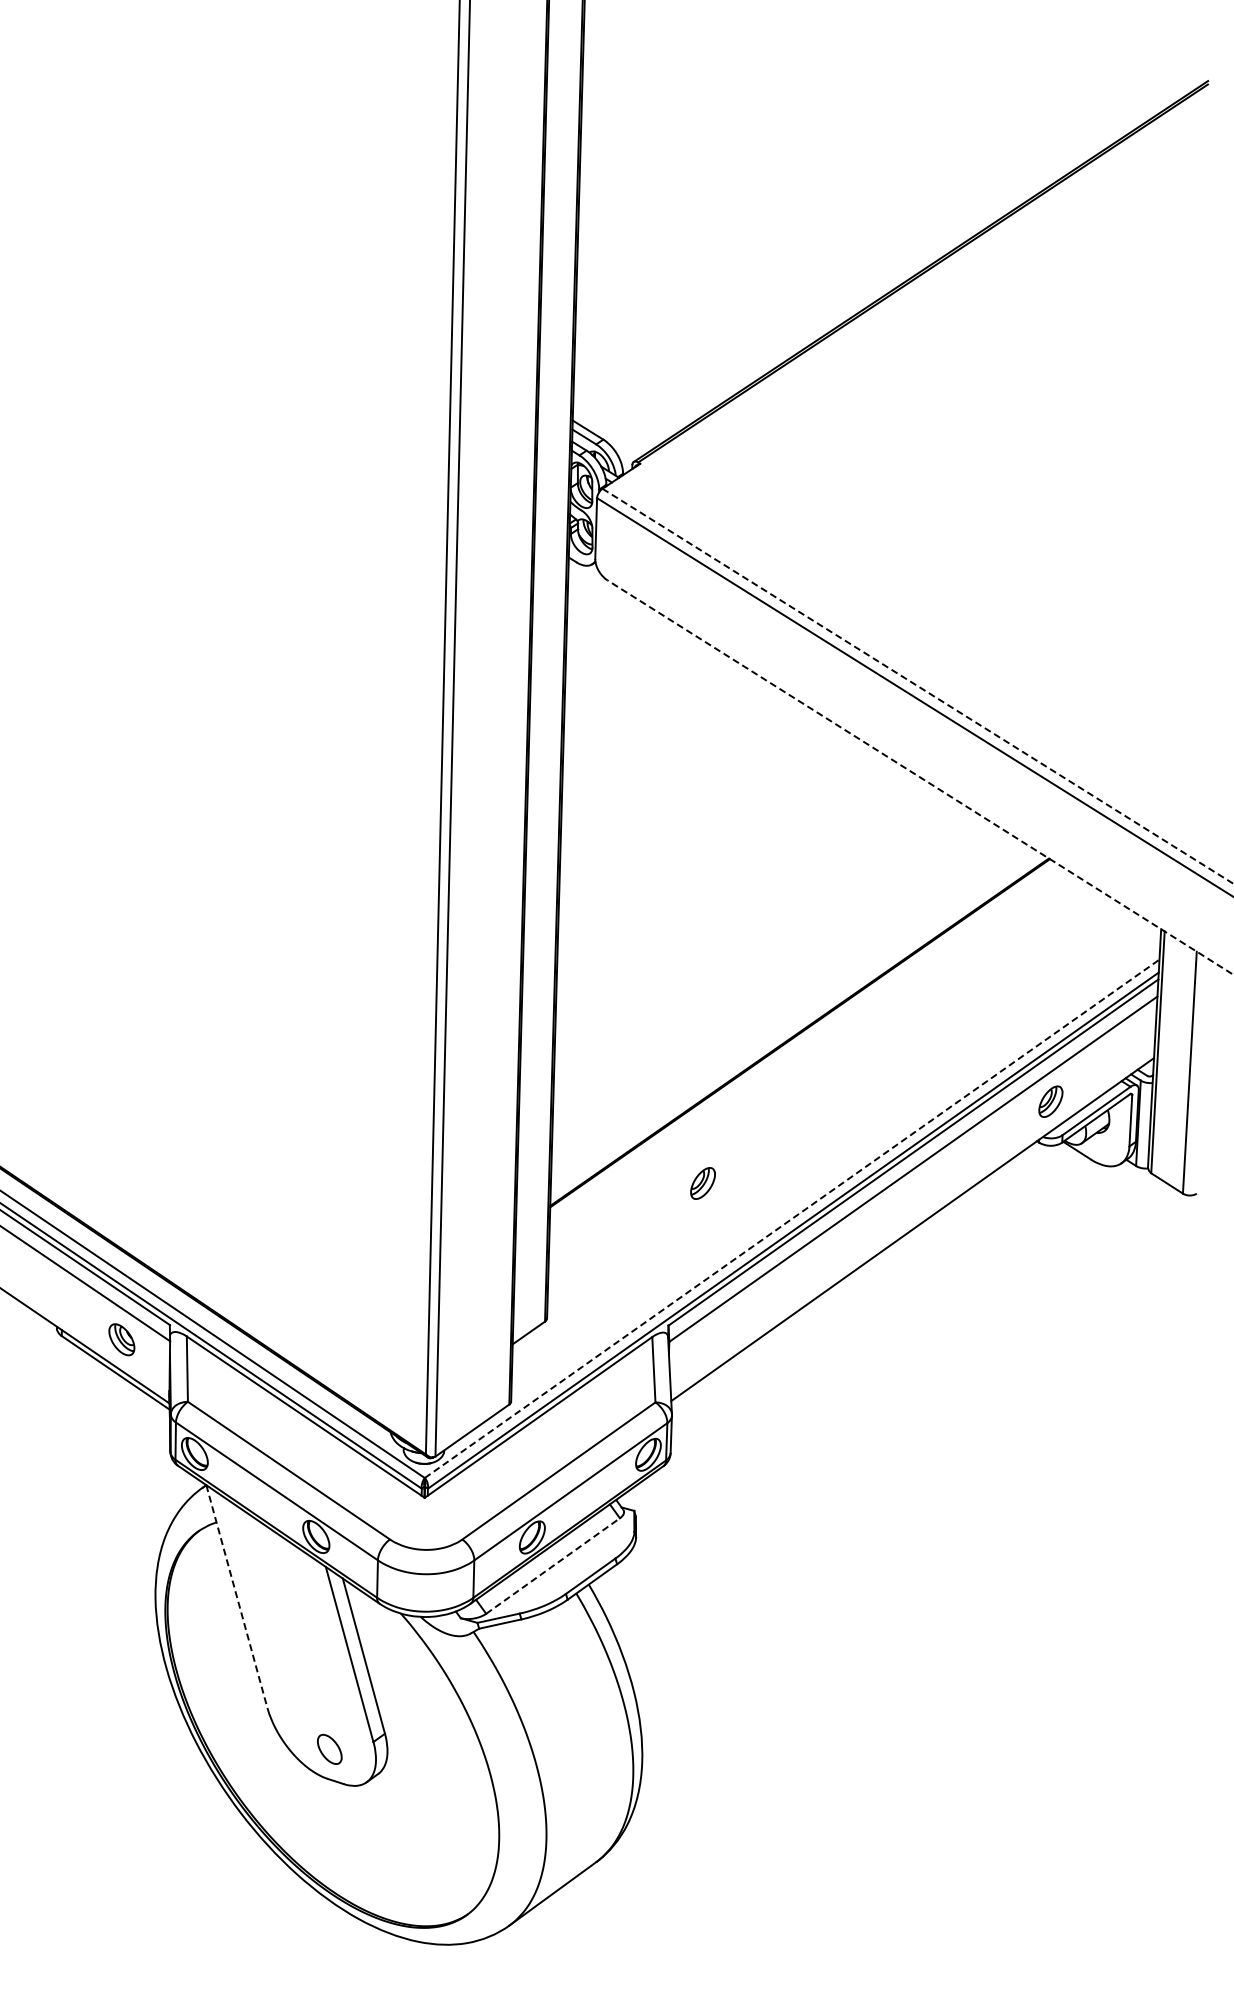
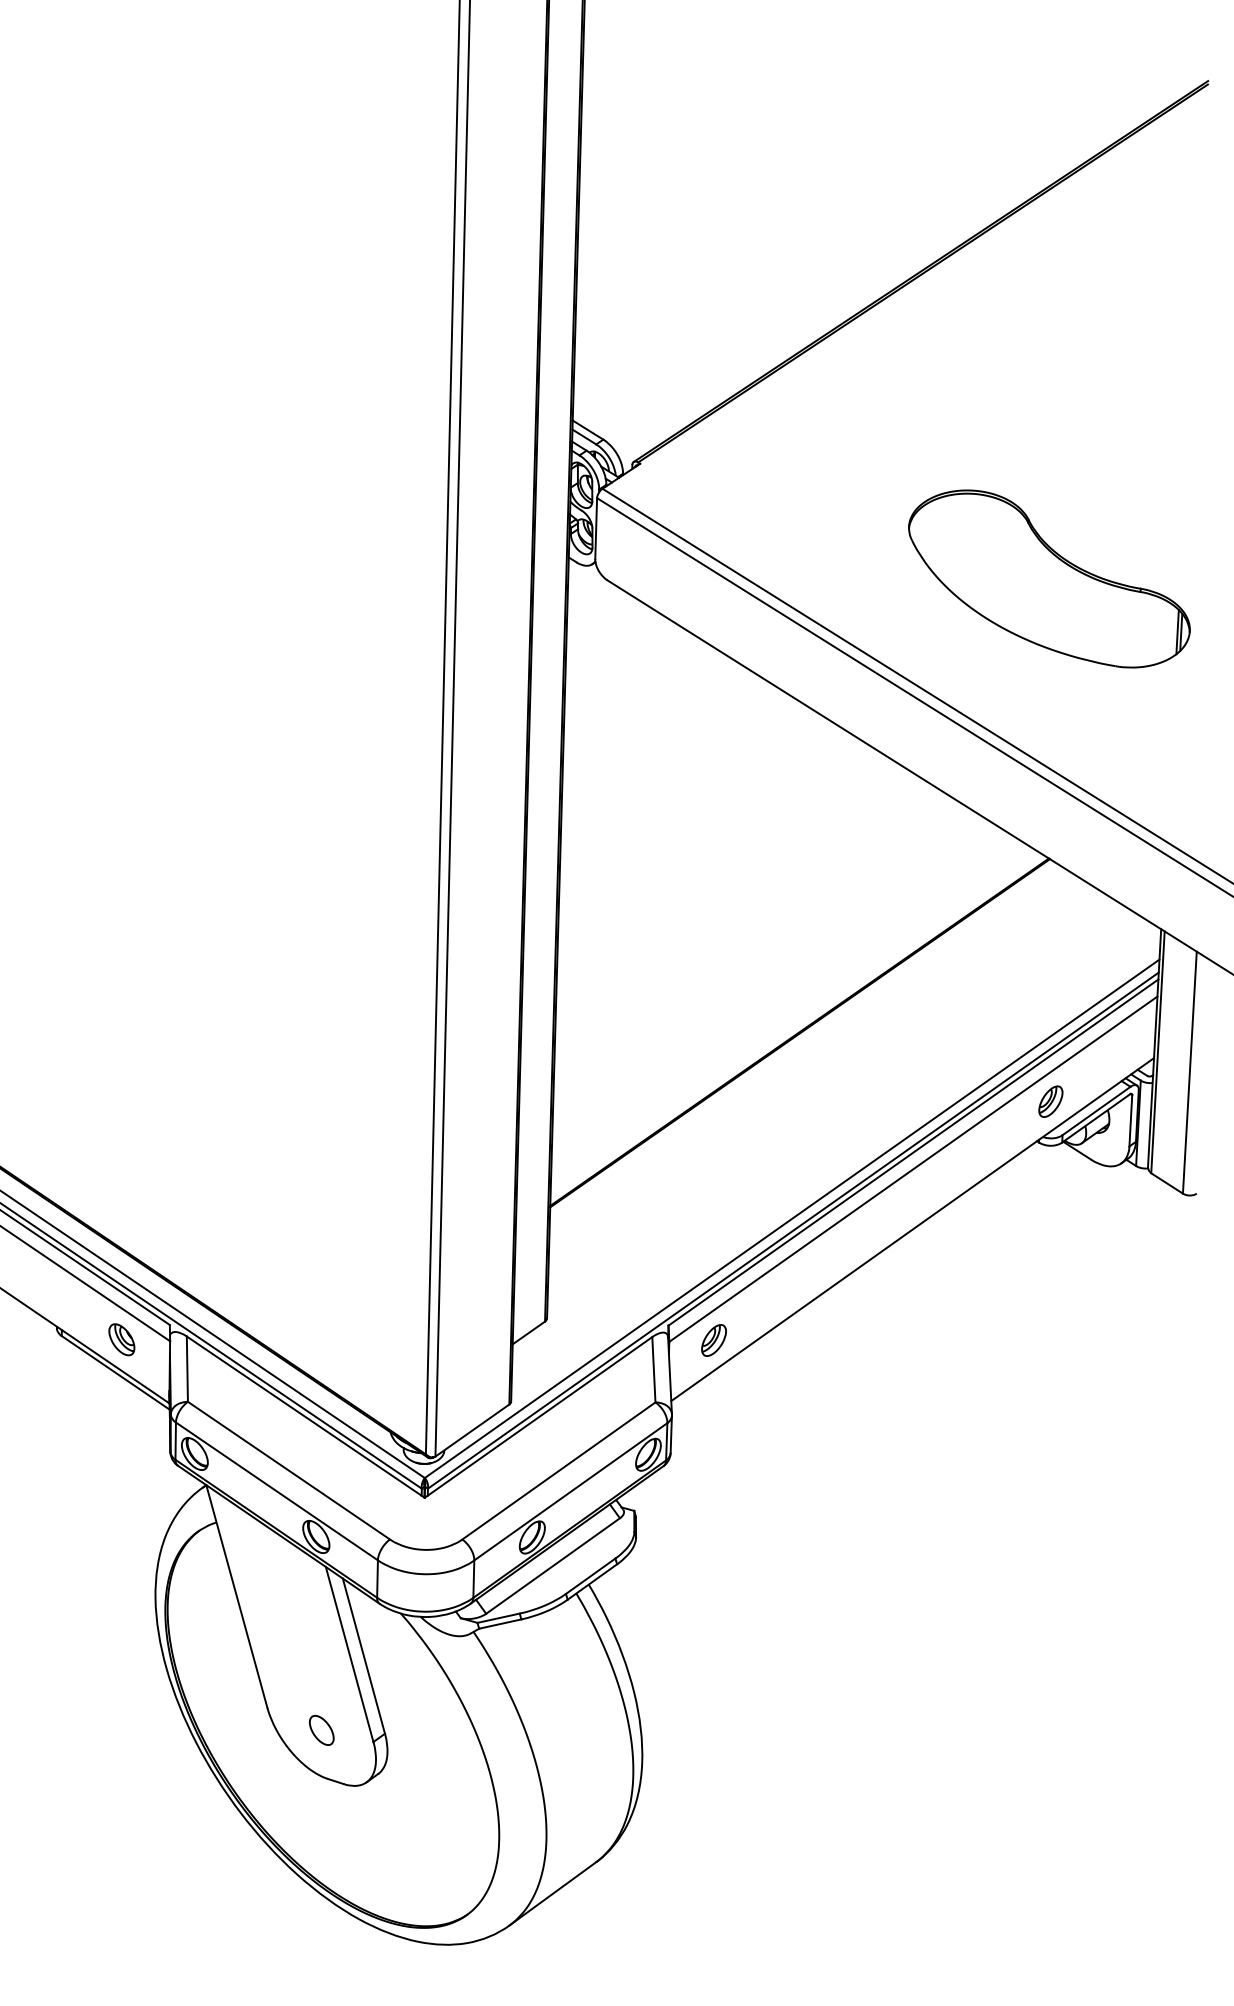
part at (1049, 578): none -> present
line at (918, 686): dashed -> solid
line at (920, 777): dashed -> solid
part at (702, 1183) position: (702, 1183) -> (713, 1340)
line at (792, 1218): dashed -> solid
line at (553, 1565): dashed -> solid
line at (236, 1596): dashed -> solid
part at (329, 1748) position: (329, 1748) -> (321, 1729)
